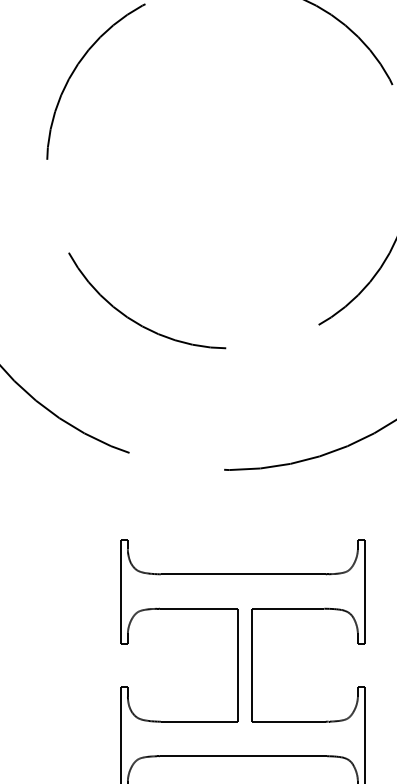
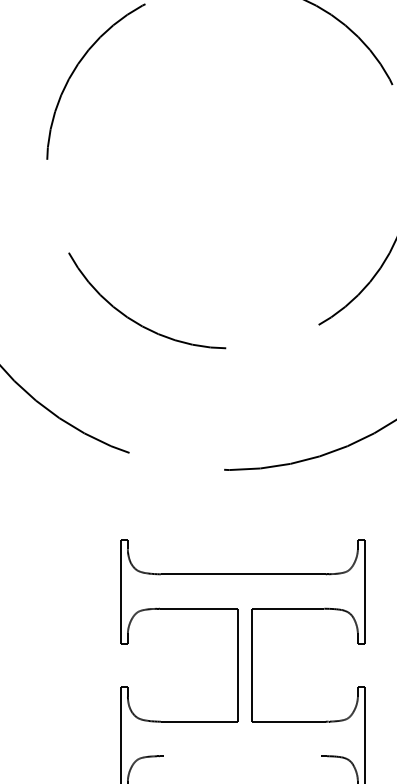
line at (242, 756): present -> none
